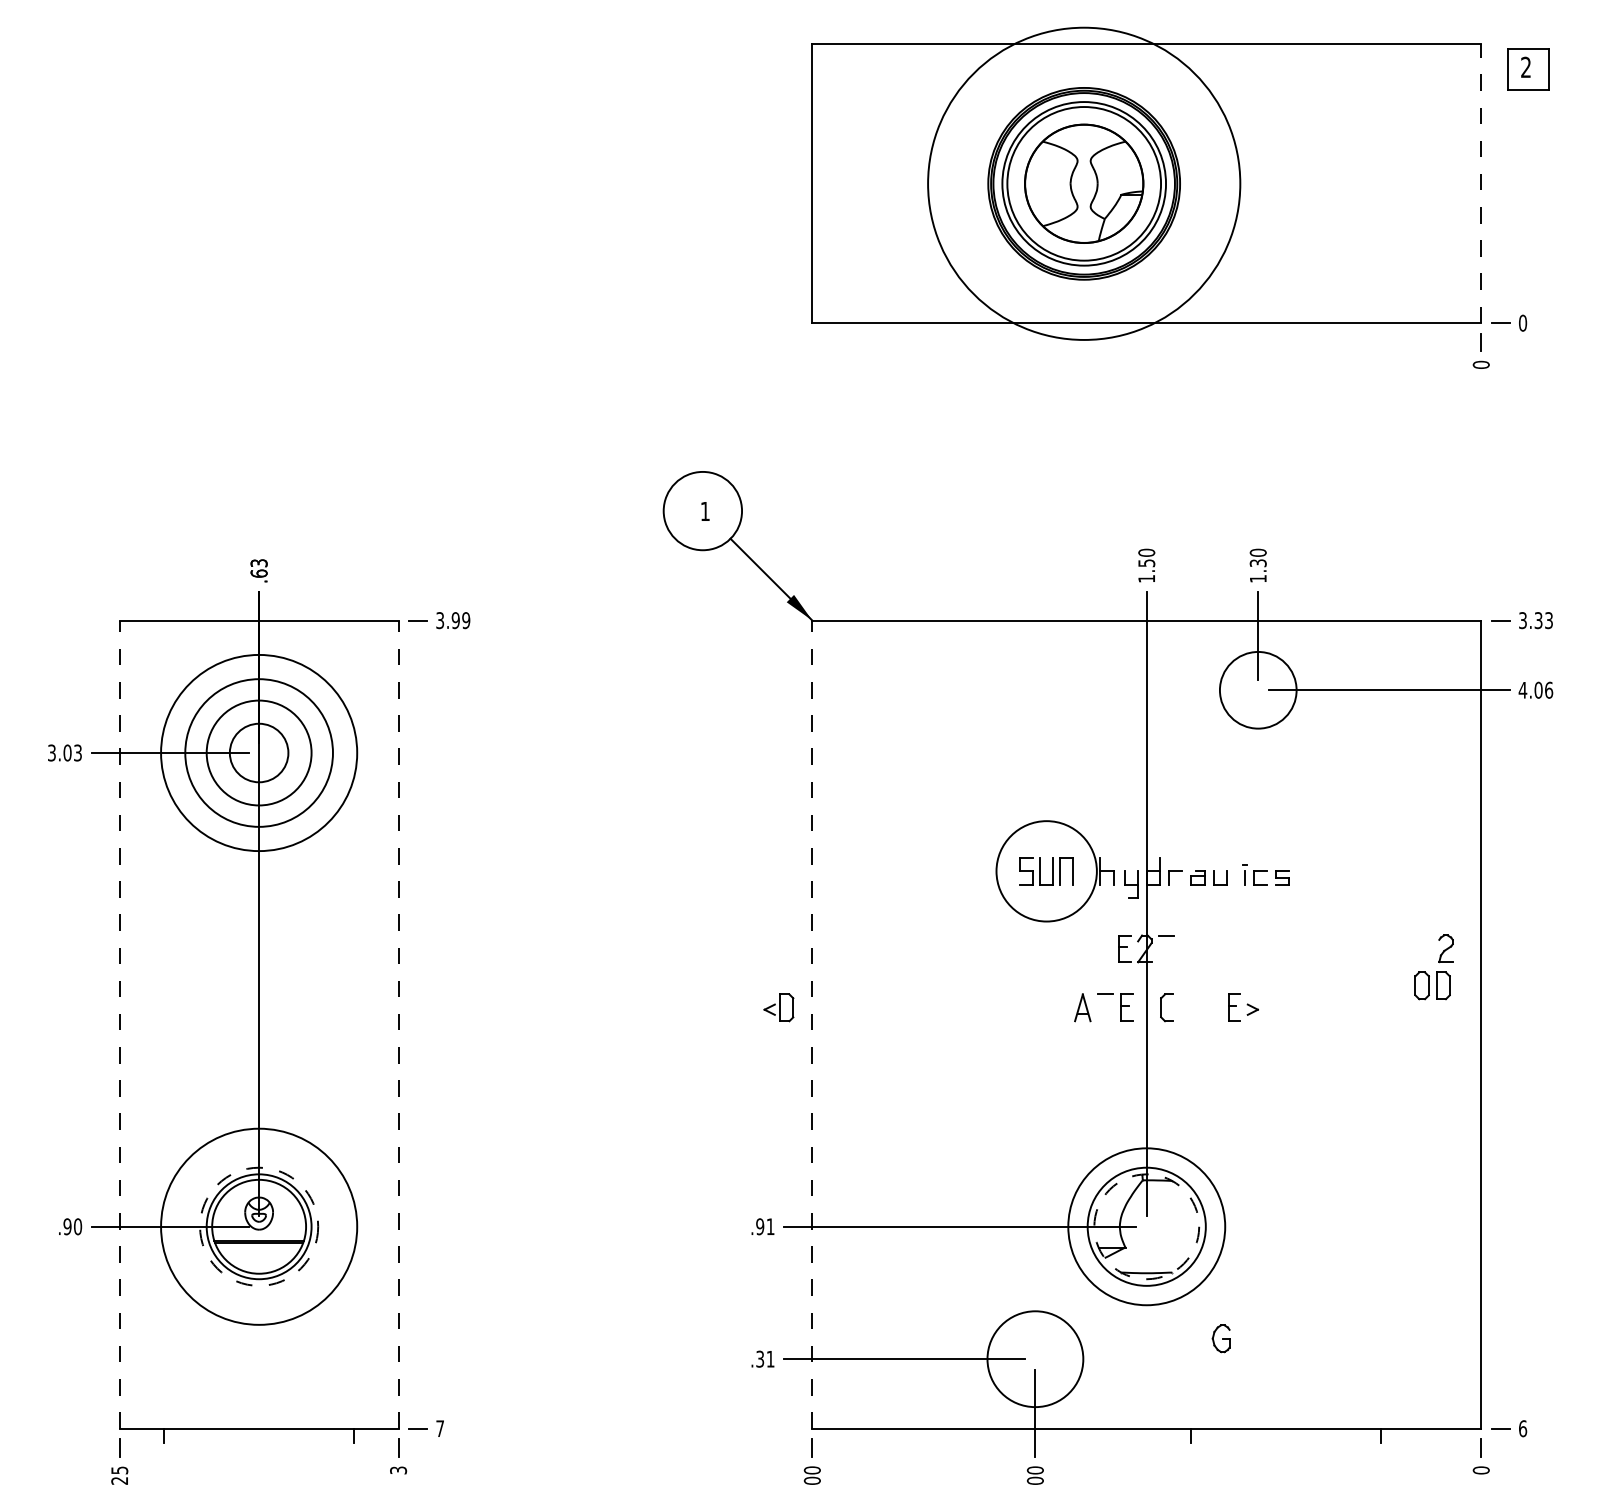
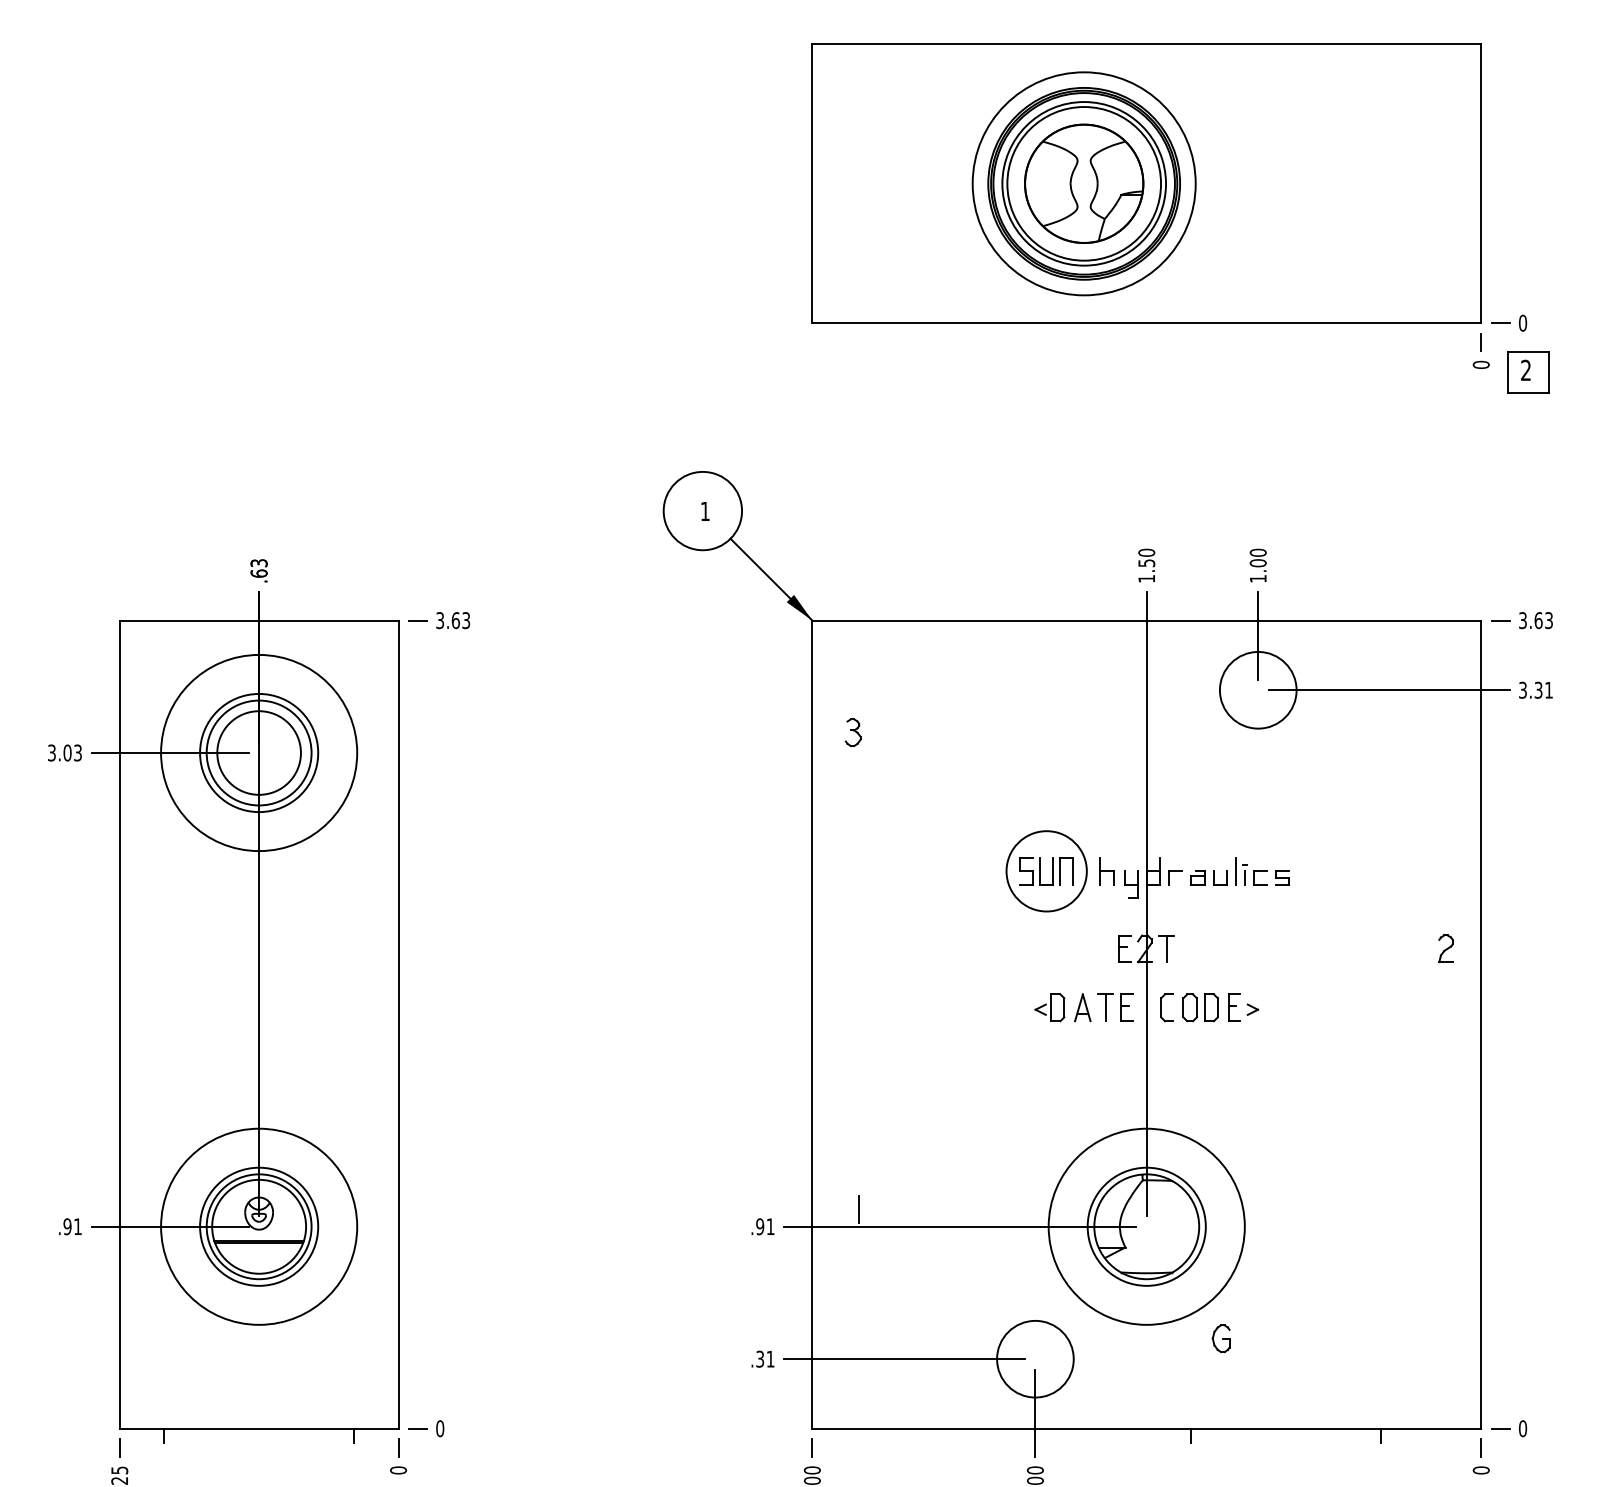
part at (1528, 69) position: (1528, 69) -> (1528, 372)
circle at (1084, 183) diameter: 312 px -> 223 px
line at (1481, 183): dashed -> solid
text at (1257, 563): 1.30 -> 1.00
text at (460, 620): 3.99 -> 3.63
text at (1538, 620): 3.33 -> 3.63
text at (1535, 689): 4.06 -> 3.31
part at (852, 732): none -> present
circle at (258, 752) diameter: 148 px -> 118 px
circle at (258, 752) diameter: 59 px -> 84 px
circle at (1046, 871) diameter: 100 px -> 80 px
line at (1236, 871): none -> present
line at (1166, 948): none -> present
part at (1432, 985) position: (1432, 985) -> (1200, 1007)
part at (778, 1007) position: (778, 1007) -> (1049, 1007)
line at (1105, 1007): none -> present
line at (119, 1024): dashed -> solid
line at (398, 1024): dashed -> solid
line at (812, 1024): dashed -> solid
line at (859, 1209): none -> present
text at (78, 1226): .90 -> .91
circle at (259, 1226): dashed -> solid
circle at (1146, 1226) diameter: 157 px -> 196 px
circle at (1146, 1226): dashed -> solid
circle at (1035, 1359) diameter: 96 px -> 77 px
text at (440, 1428): 7 -> 0
text at (1523, 1428): 6 -> 0
text at (398, 1470): 3 -> 0
